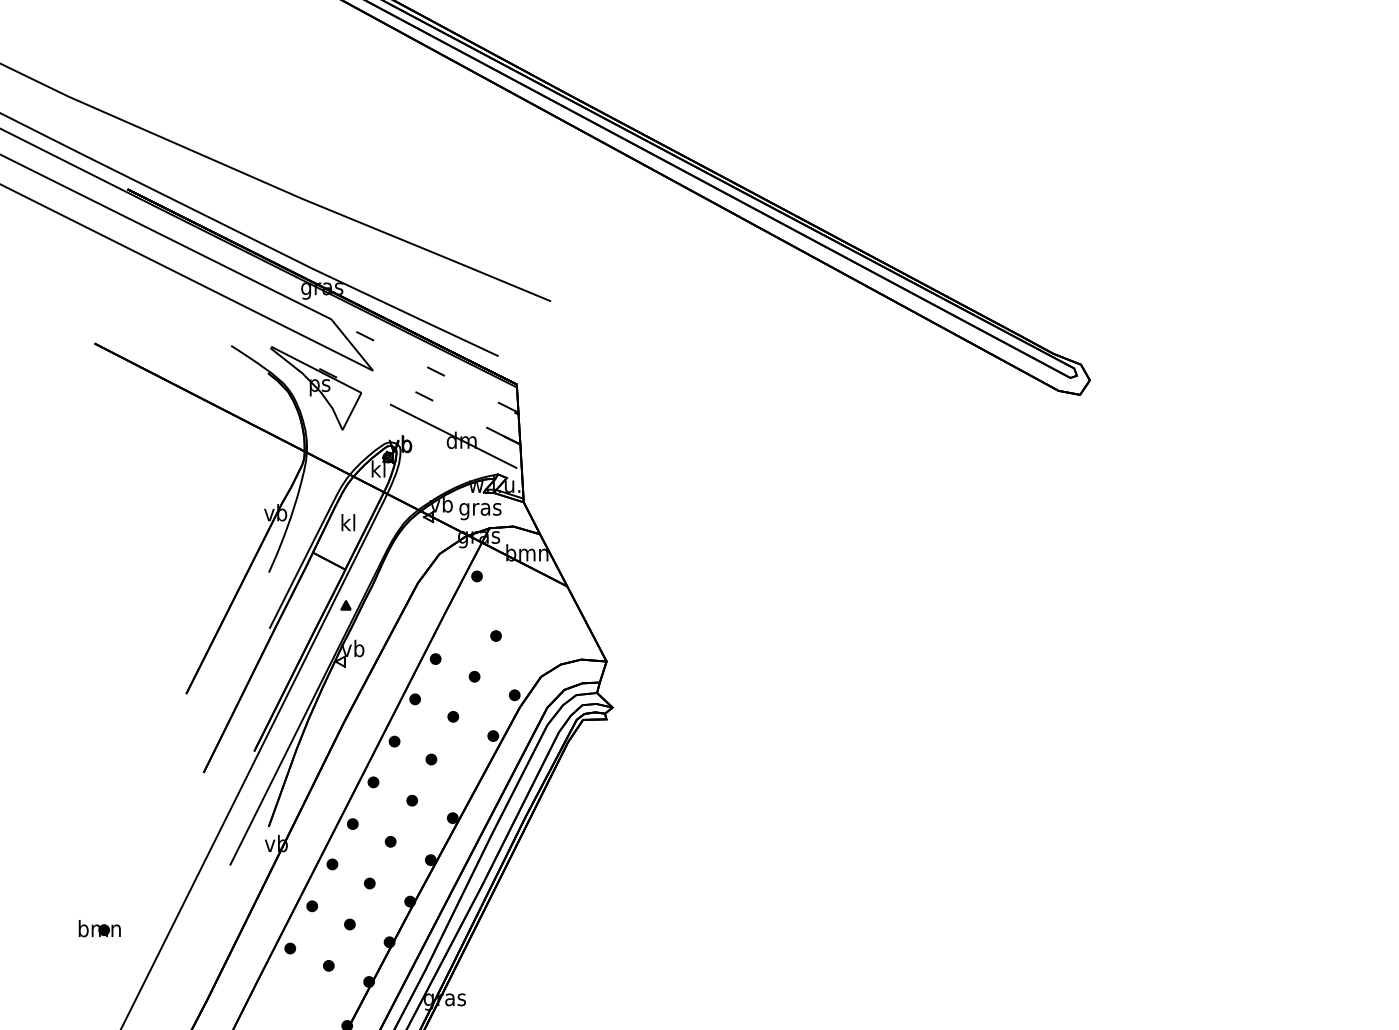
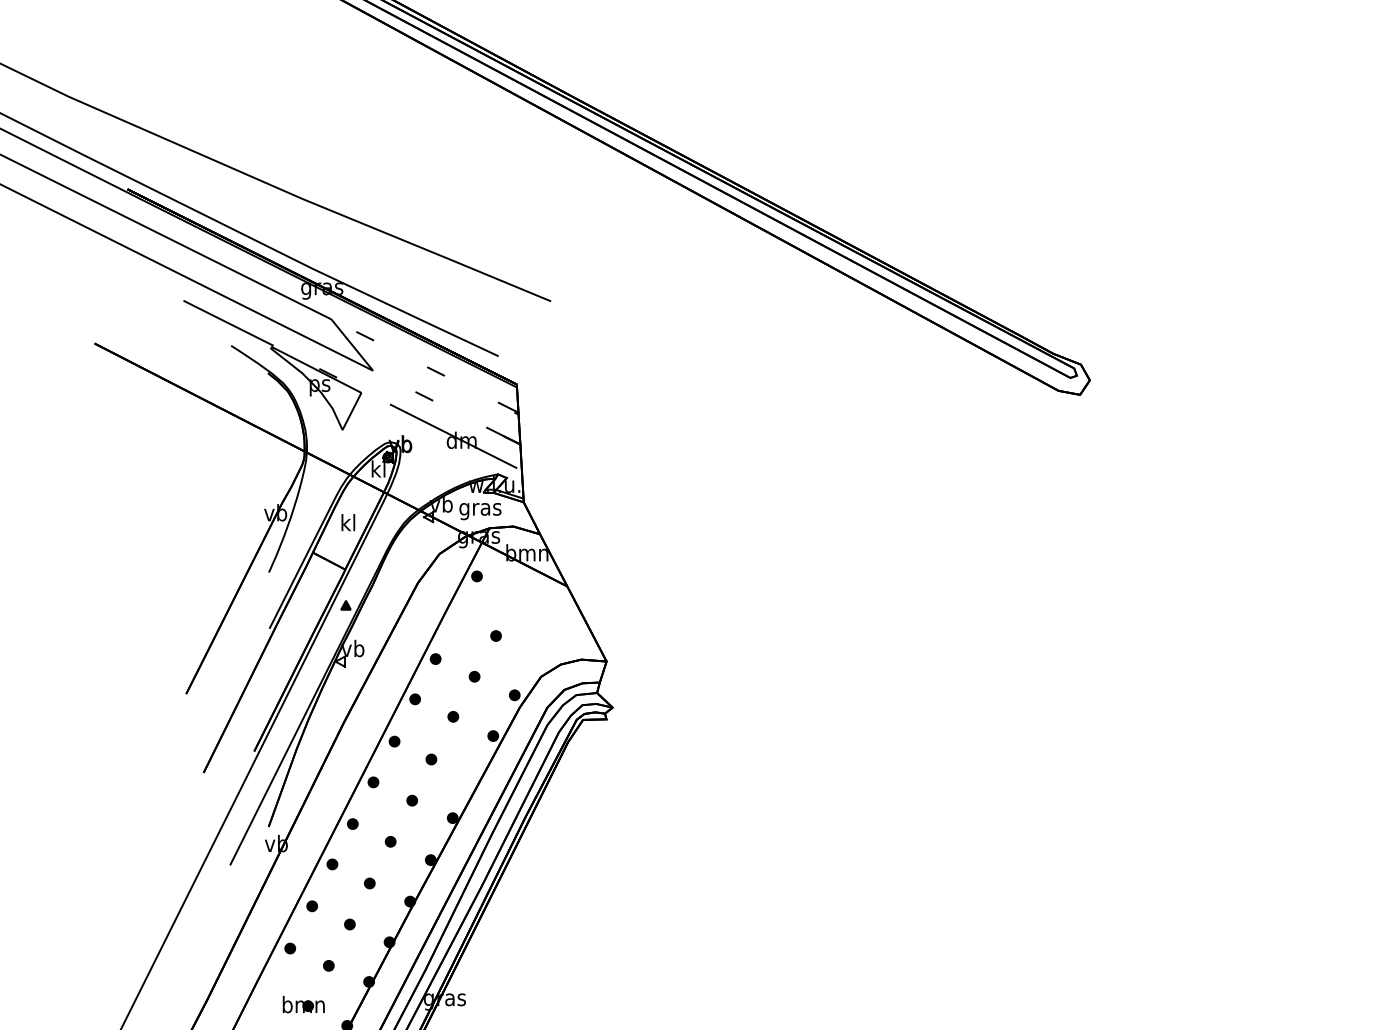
line at (228, 323): none -> present
part at (99, 928) position: (99, 928) -> (303, 1004)
